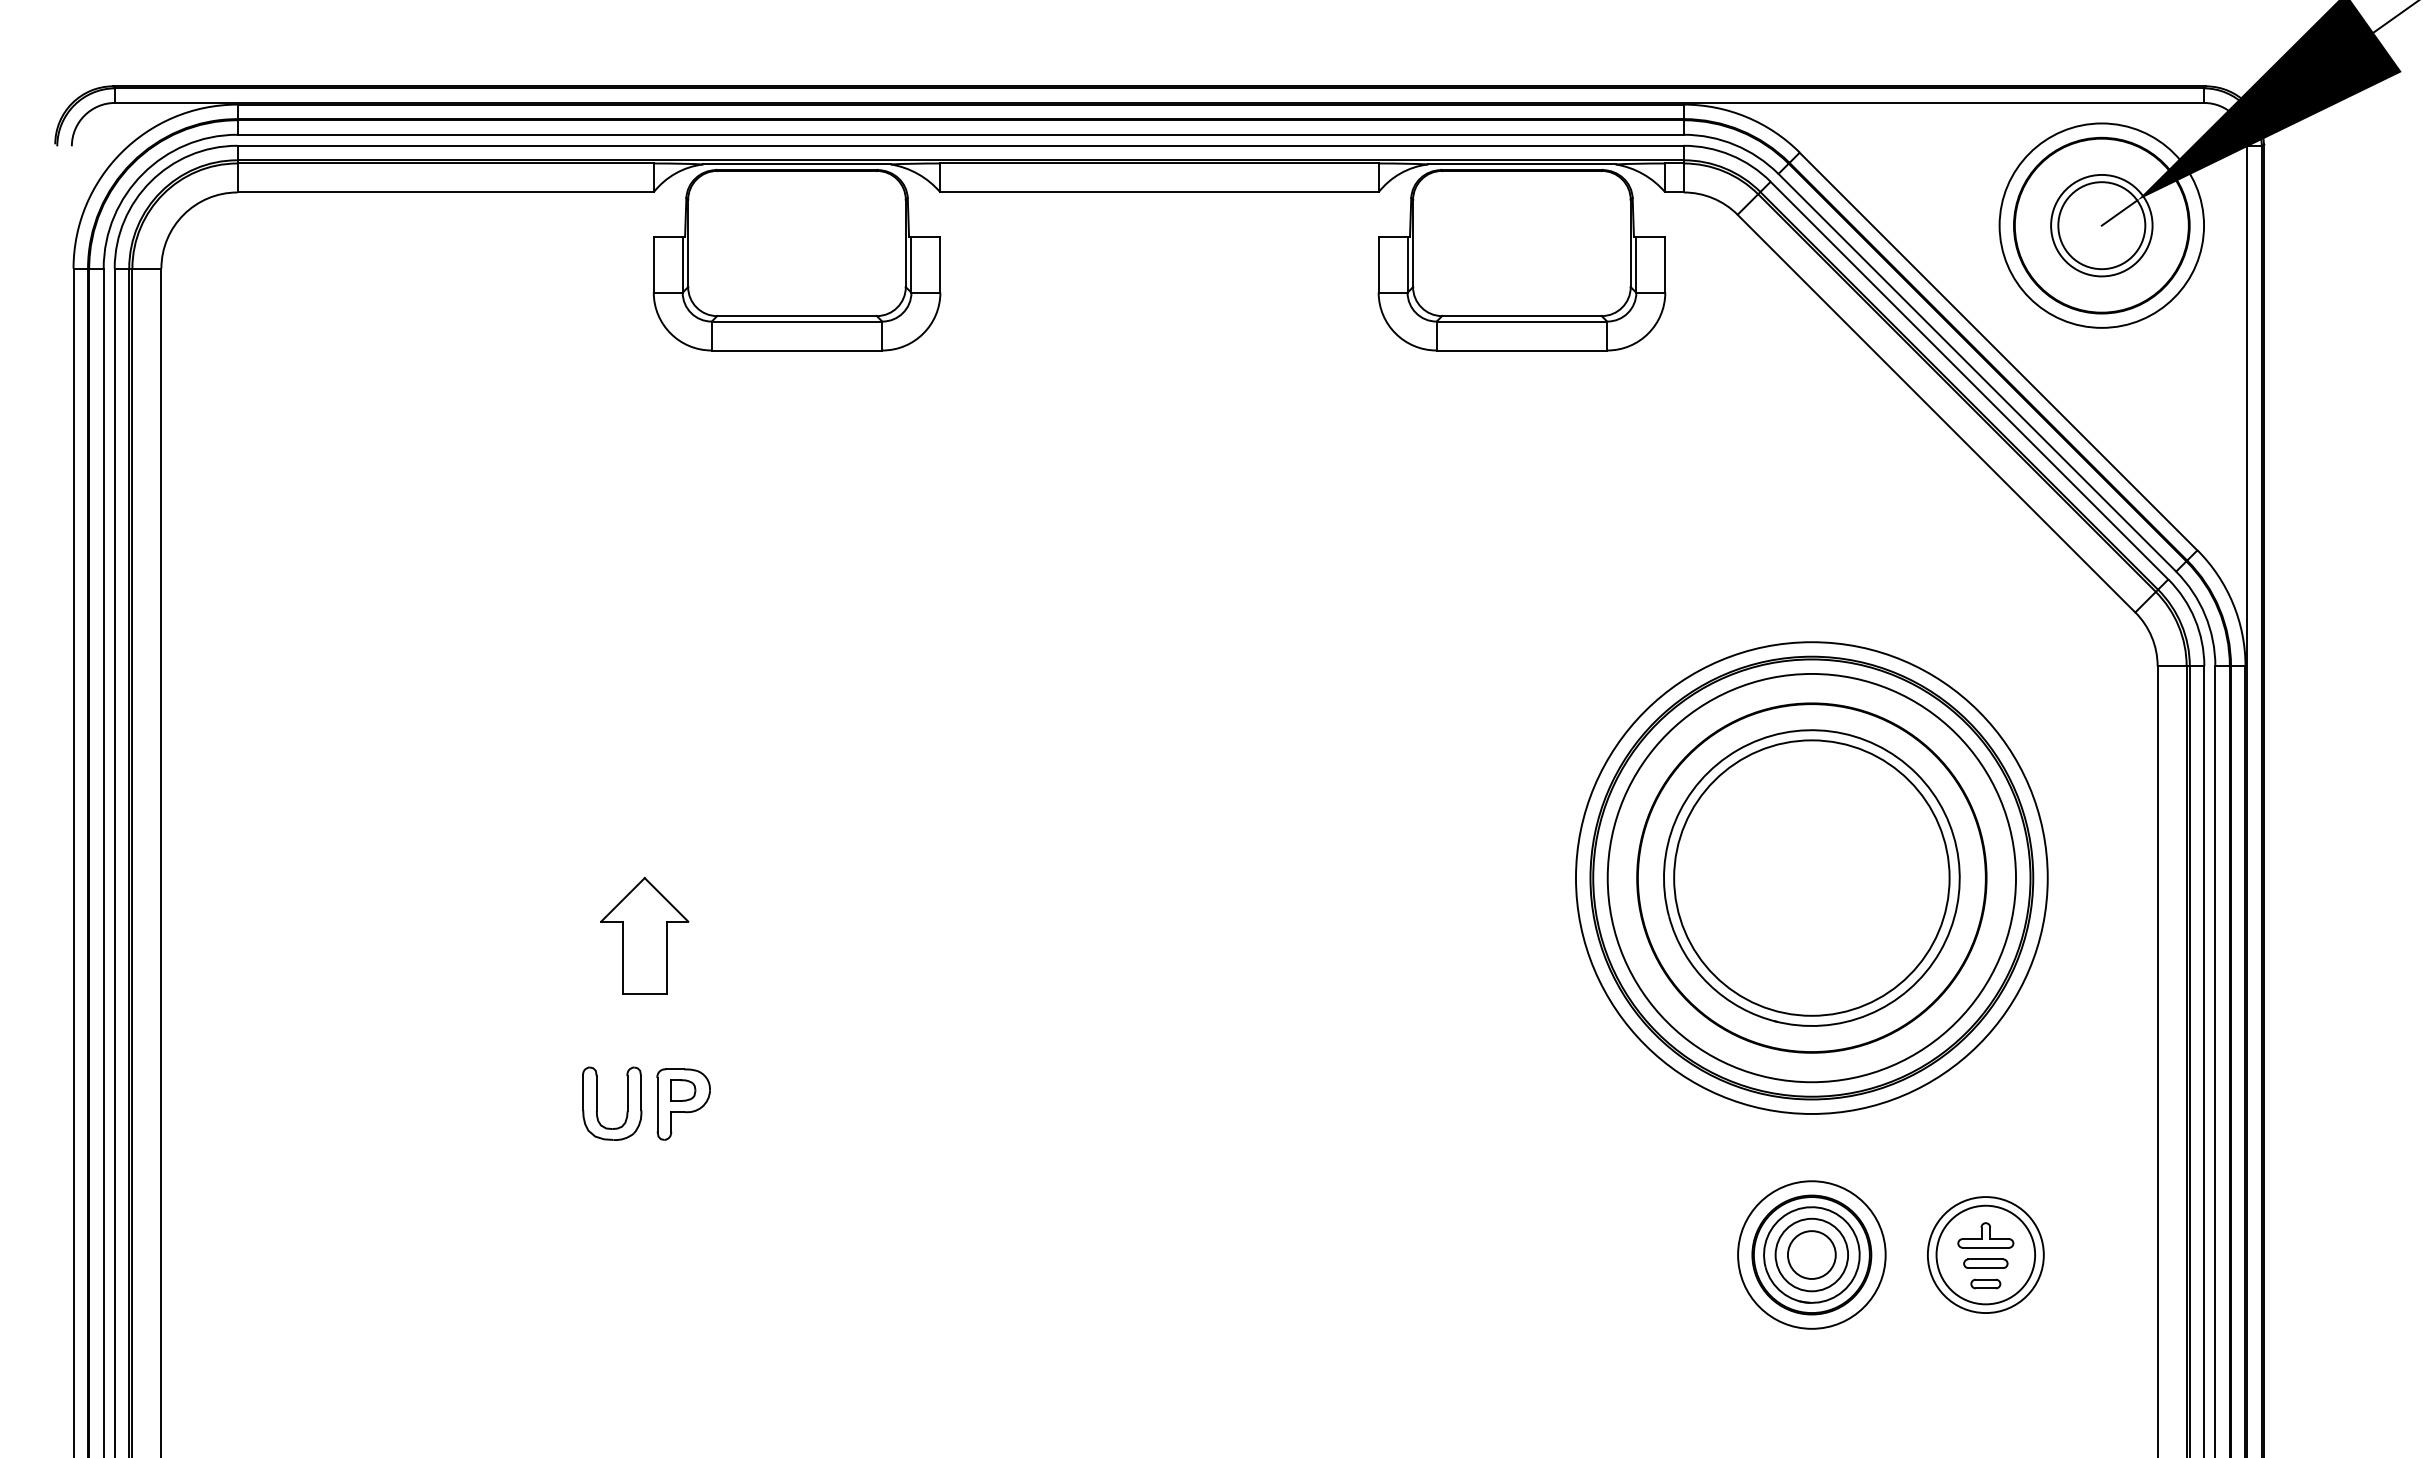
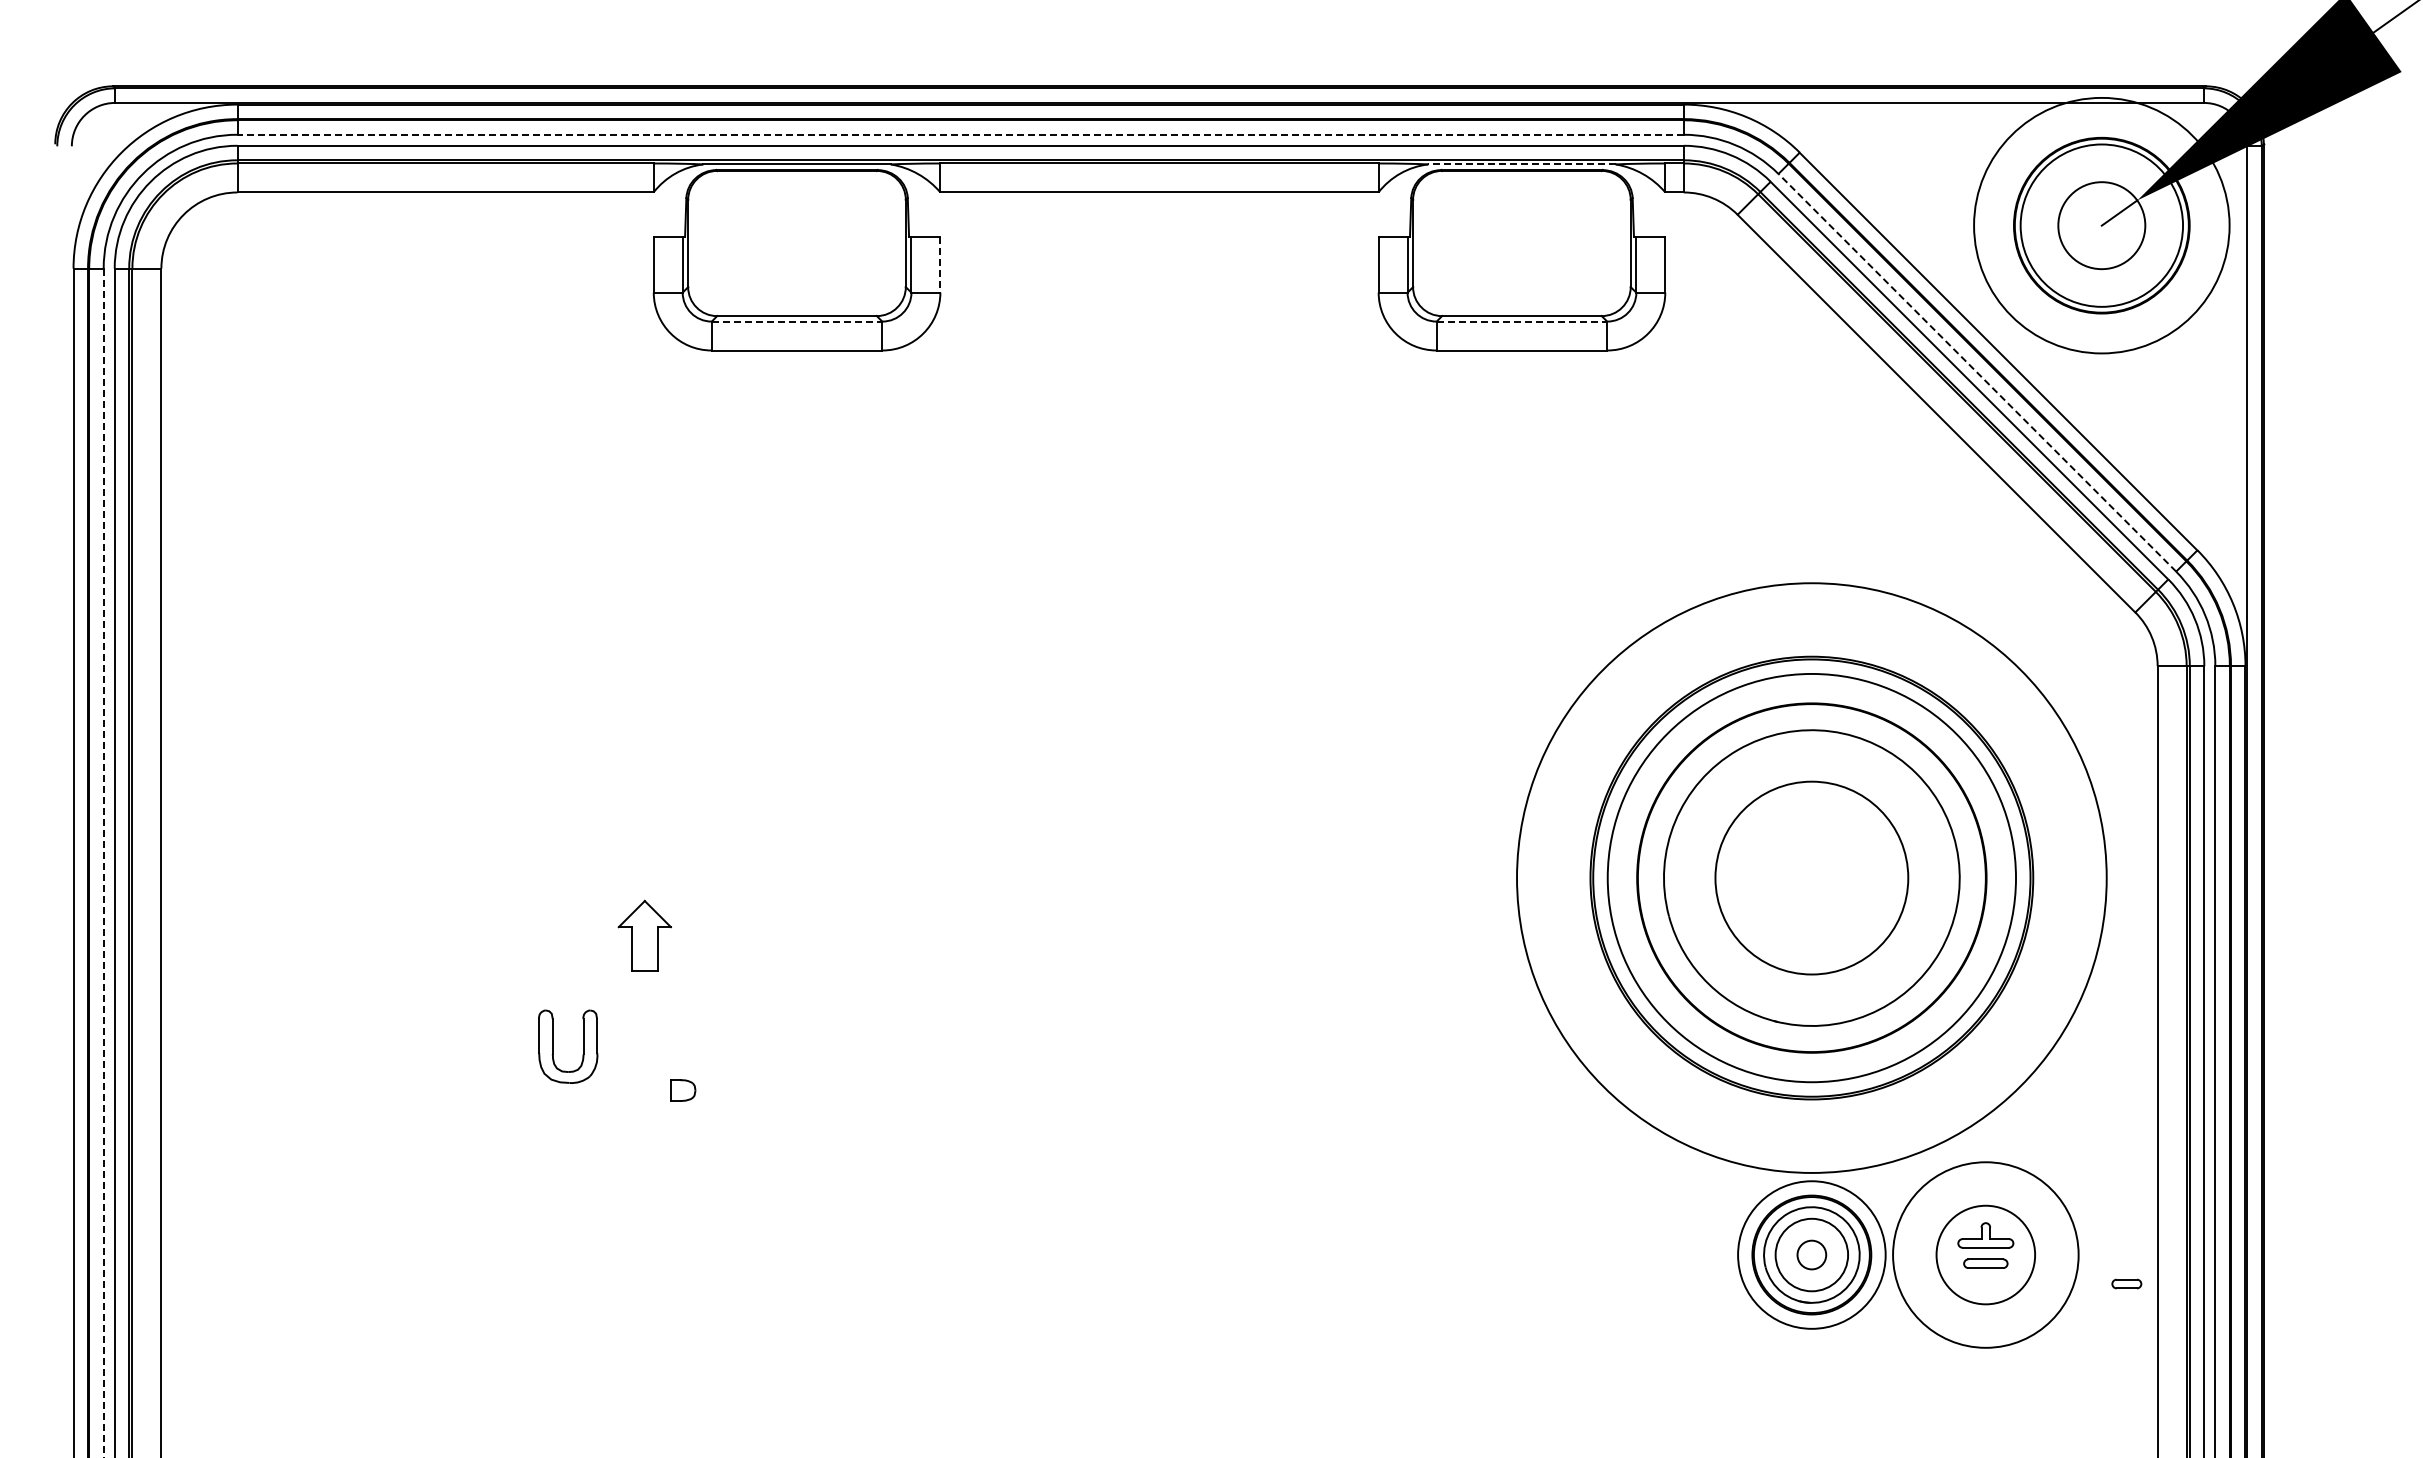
line at (960, 134): solid -> dashed
line at (1521, 164): solid -> dashed
circle at (2101, 225) diameter: 101 px -> 162 px
circle at (2101, 225) diameter: 204 px -> 256 px
line at (940, 264): solid -> dashed
line at (797, 321): solid -> dashed
line at (1522, 321): solid -> dashed
line at (1977, 372): solid -> dashed
line at (103, 863): solid -> dashed
circle at (1811, 877) diameter: 275 px -> 193 px
circle at (1811, 877) diameter: 472 px -> 590 px
part at (644, 935) size: 90x119 px -> 55x73 px
part at (597, 1103) position: (597, 1103) -> (553, 1046)
part at (683, 1104): present -> none
circle at (1811, 1254) diameter: 48 px -> 29 px
circle at (1985, 1255) diameter: 116 px -> 186 px
part at (1985, 1283) position: (1985, 1283) -> (2126, 1283)
